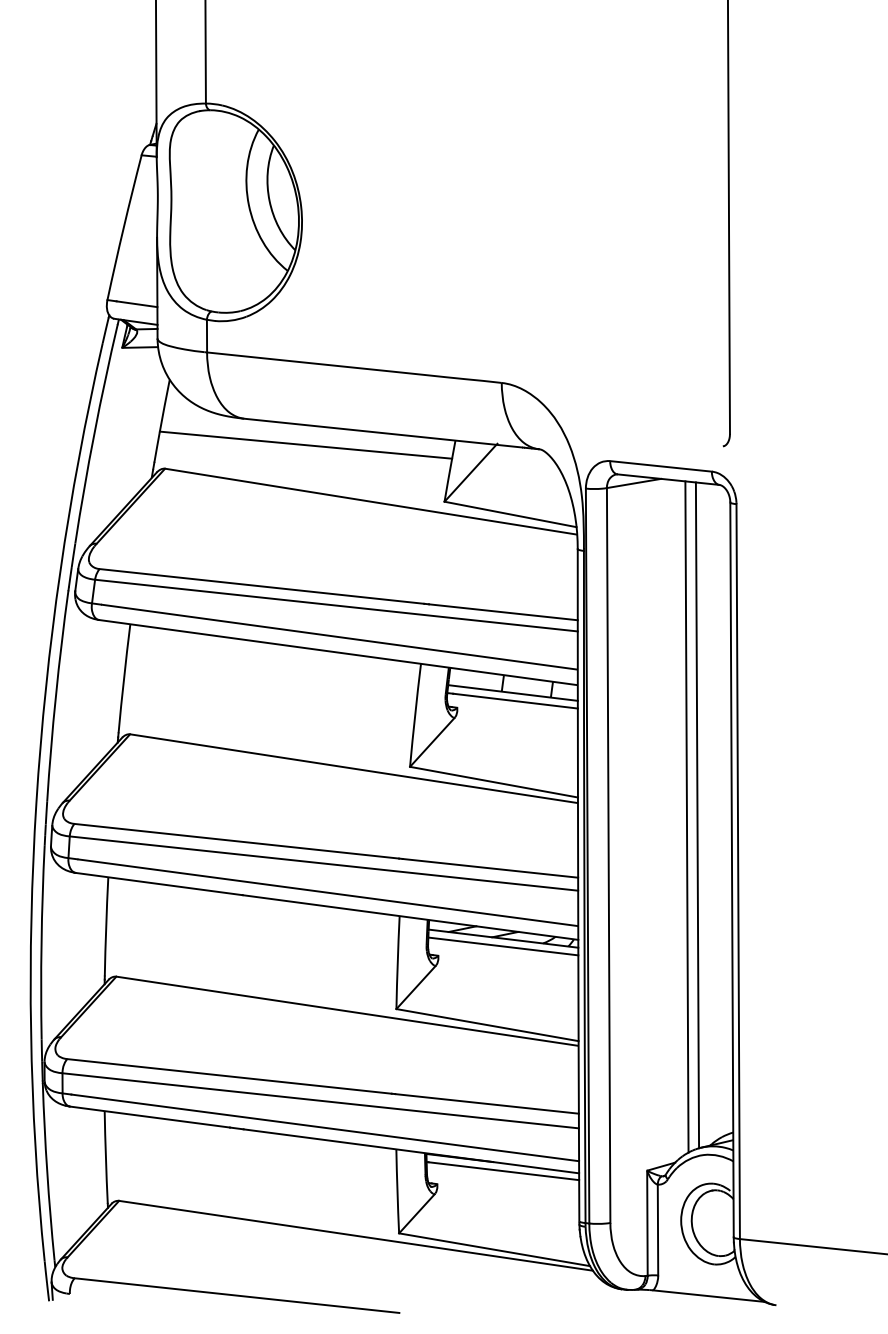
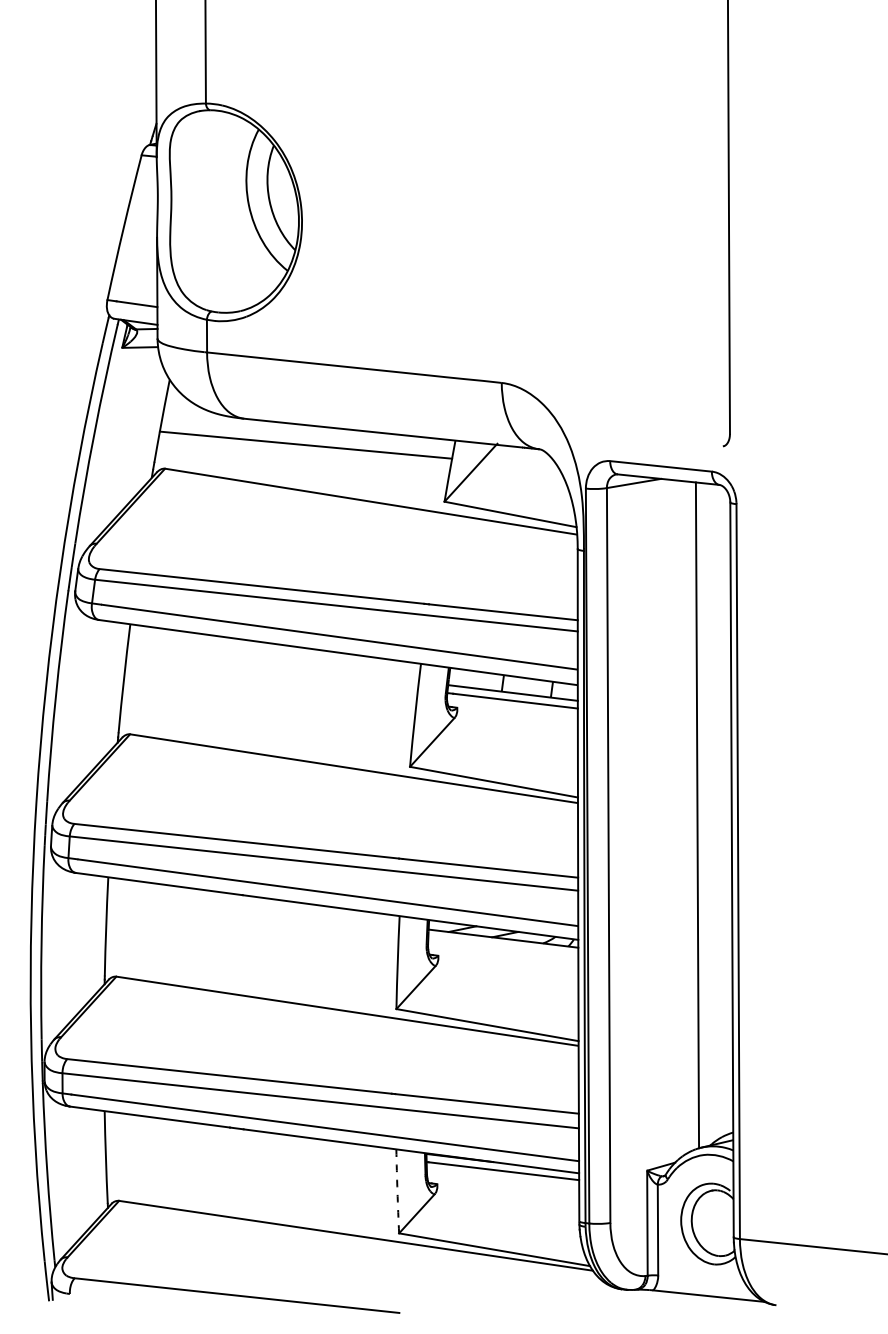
line at (686, 816): present -> none
line at (503, 946): present -> none
arc at (397, 1191): solid -> dashed
